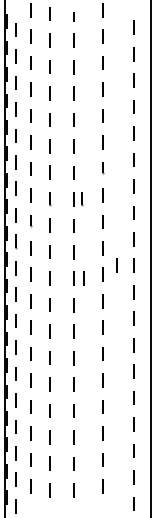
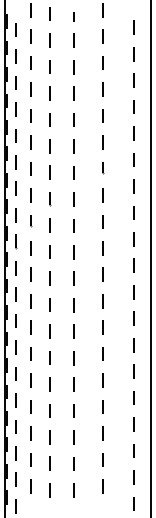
line at (82, 199): present -> none
line at (116, 265): present -> none
line at (83, 278): present -> none
